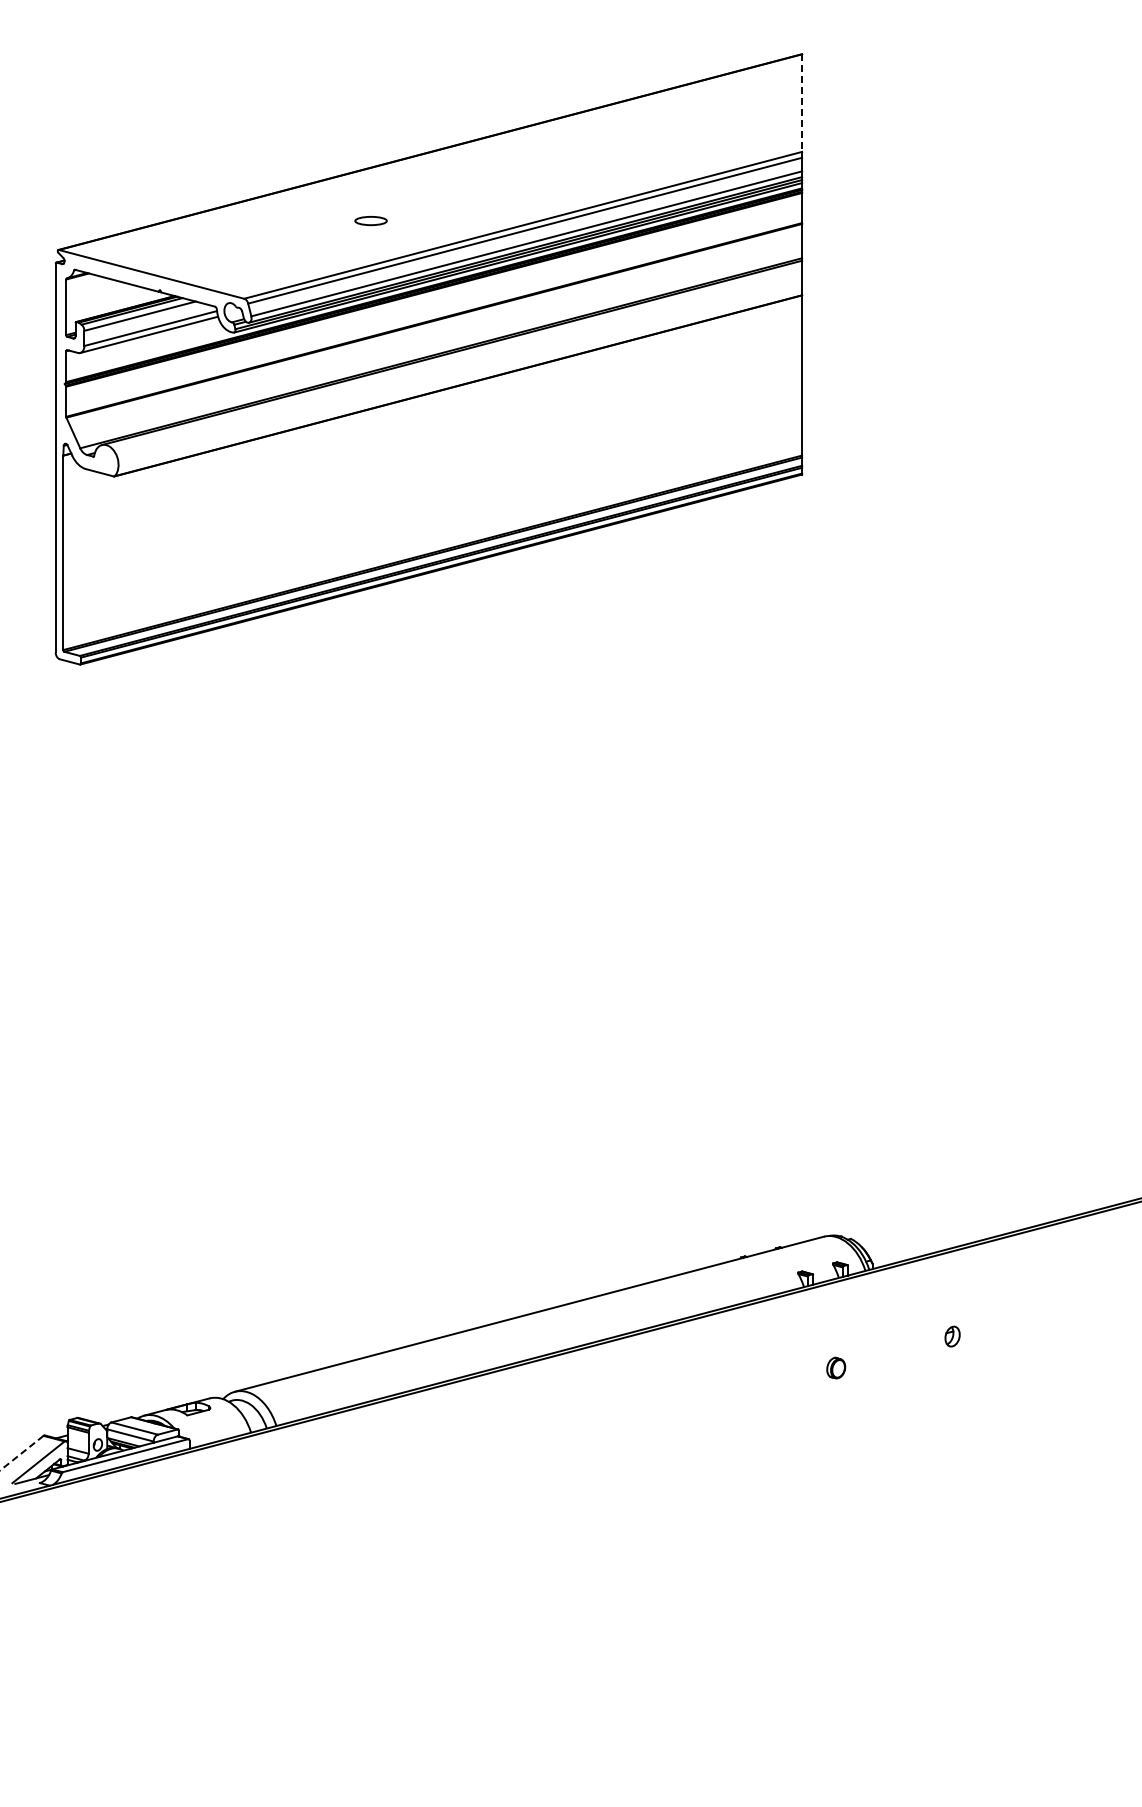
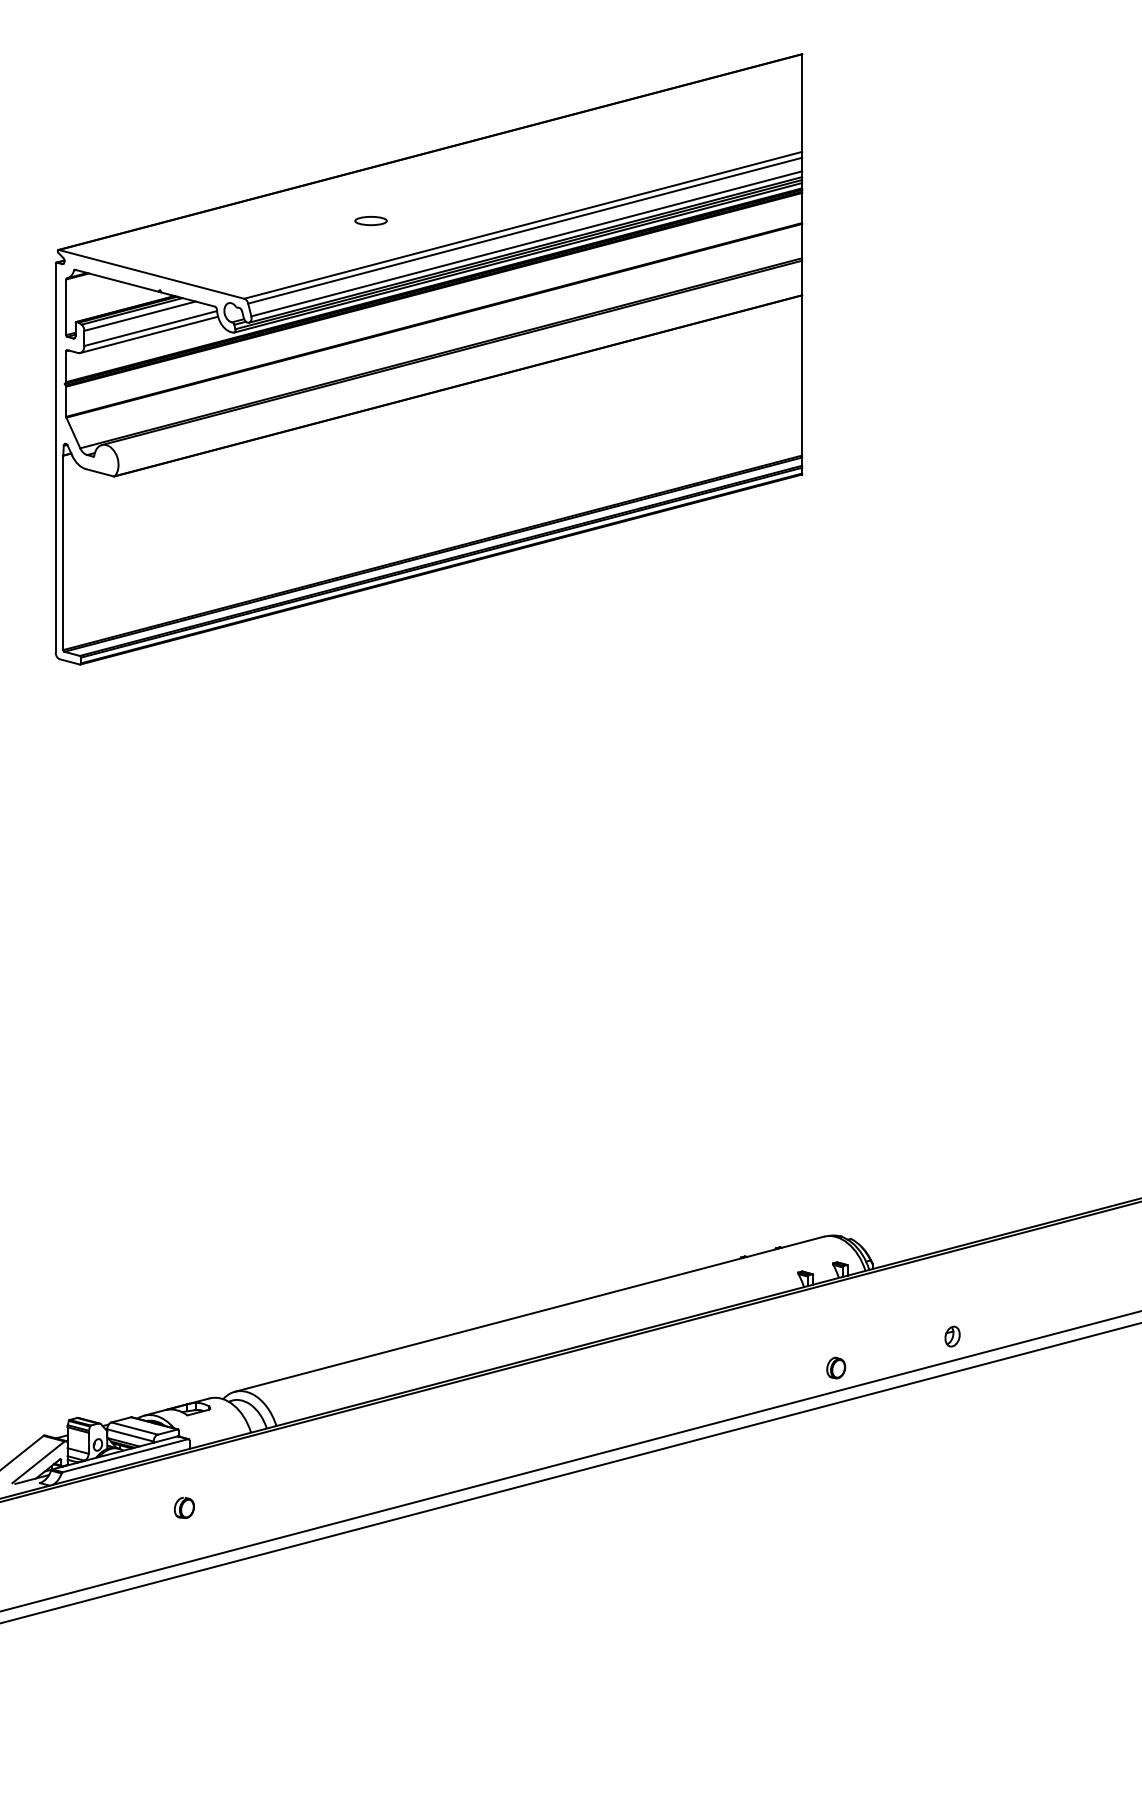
line at (802, 103): dashed -> solid
line at (21, 1453): dashed -> solid
line at (570, 1460): none -> present
line at (570, 1472): none -> present
part at (183, 1507): none -> present
